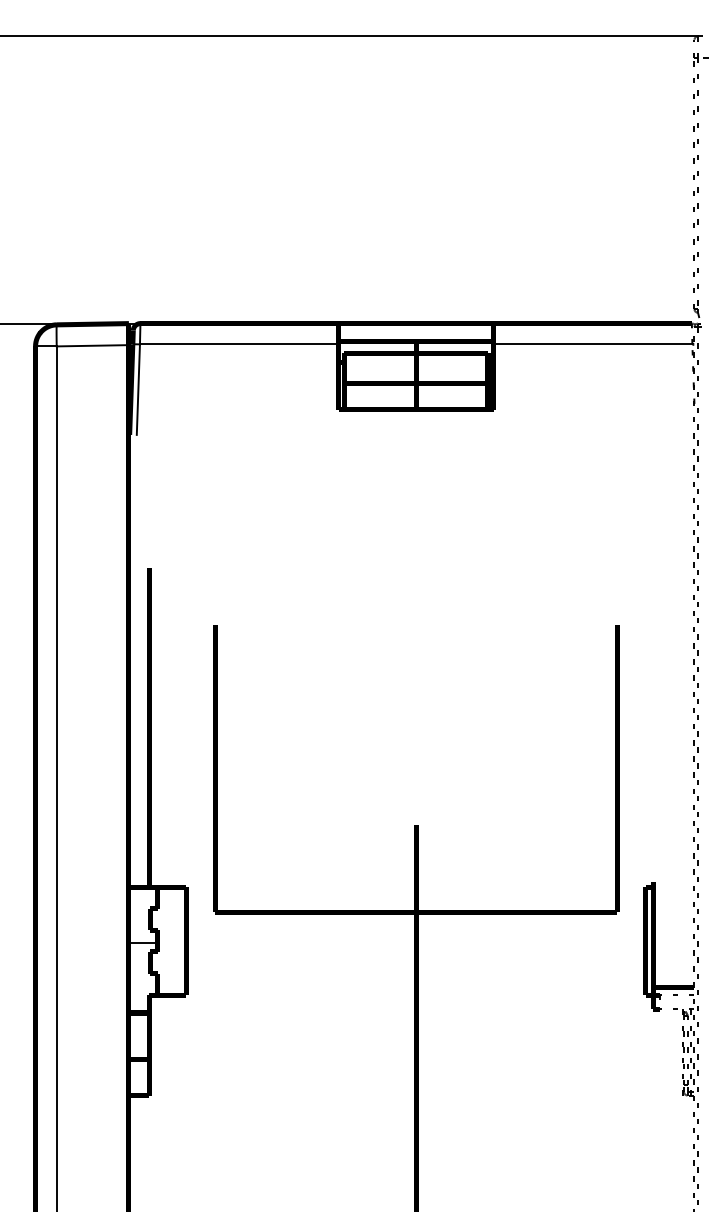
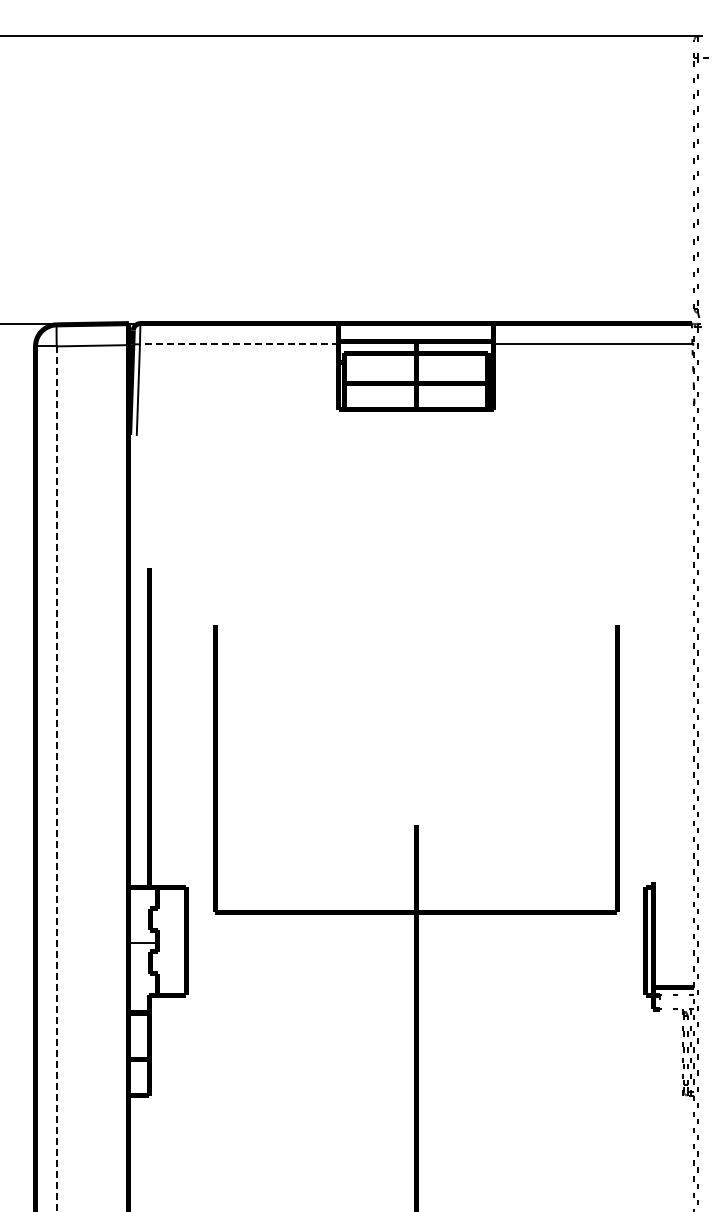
line at (238, 344): solid -> dashed
line at (56, 779): solid -> dashed
